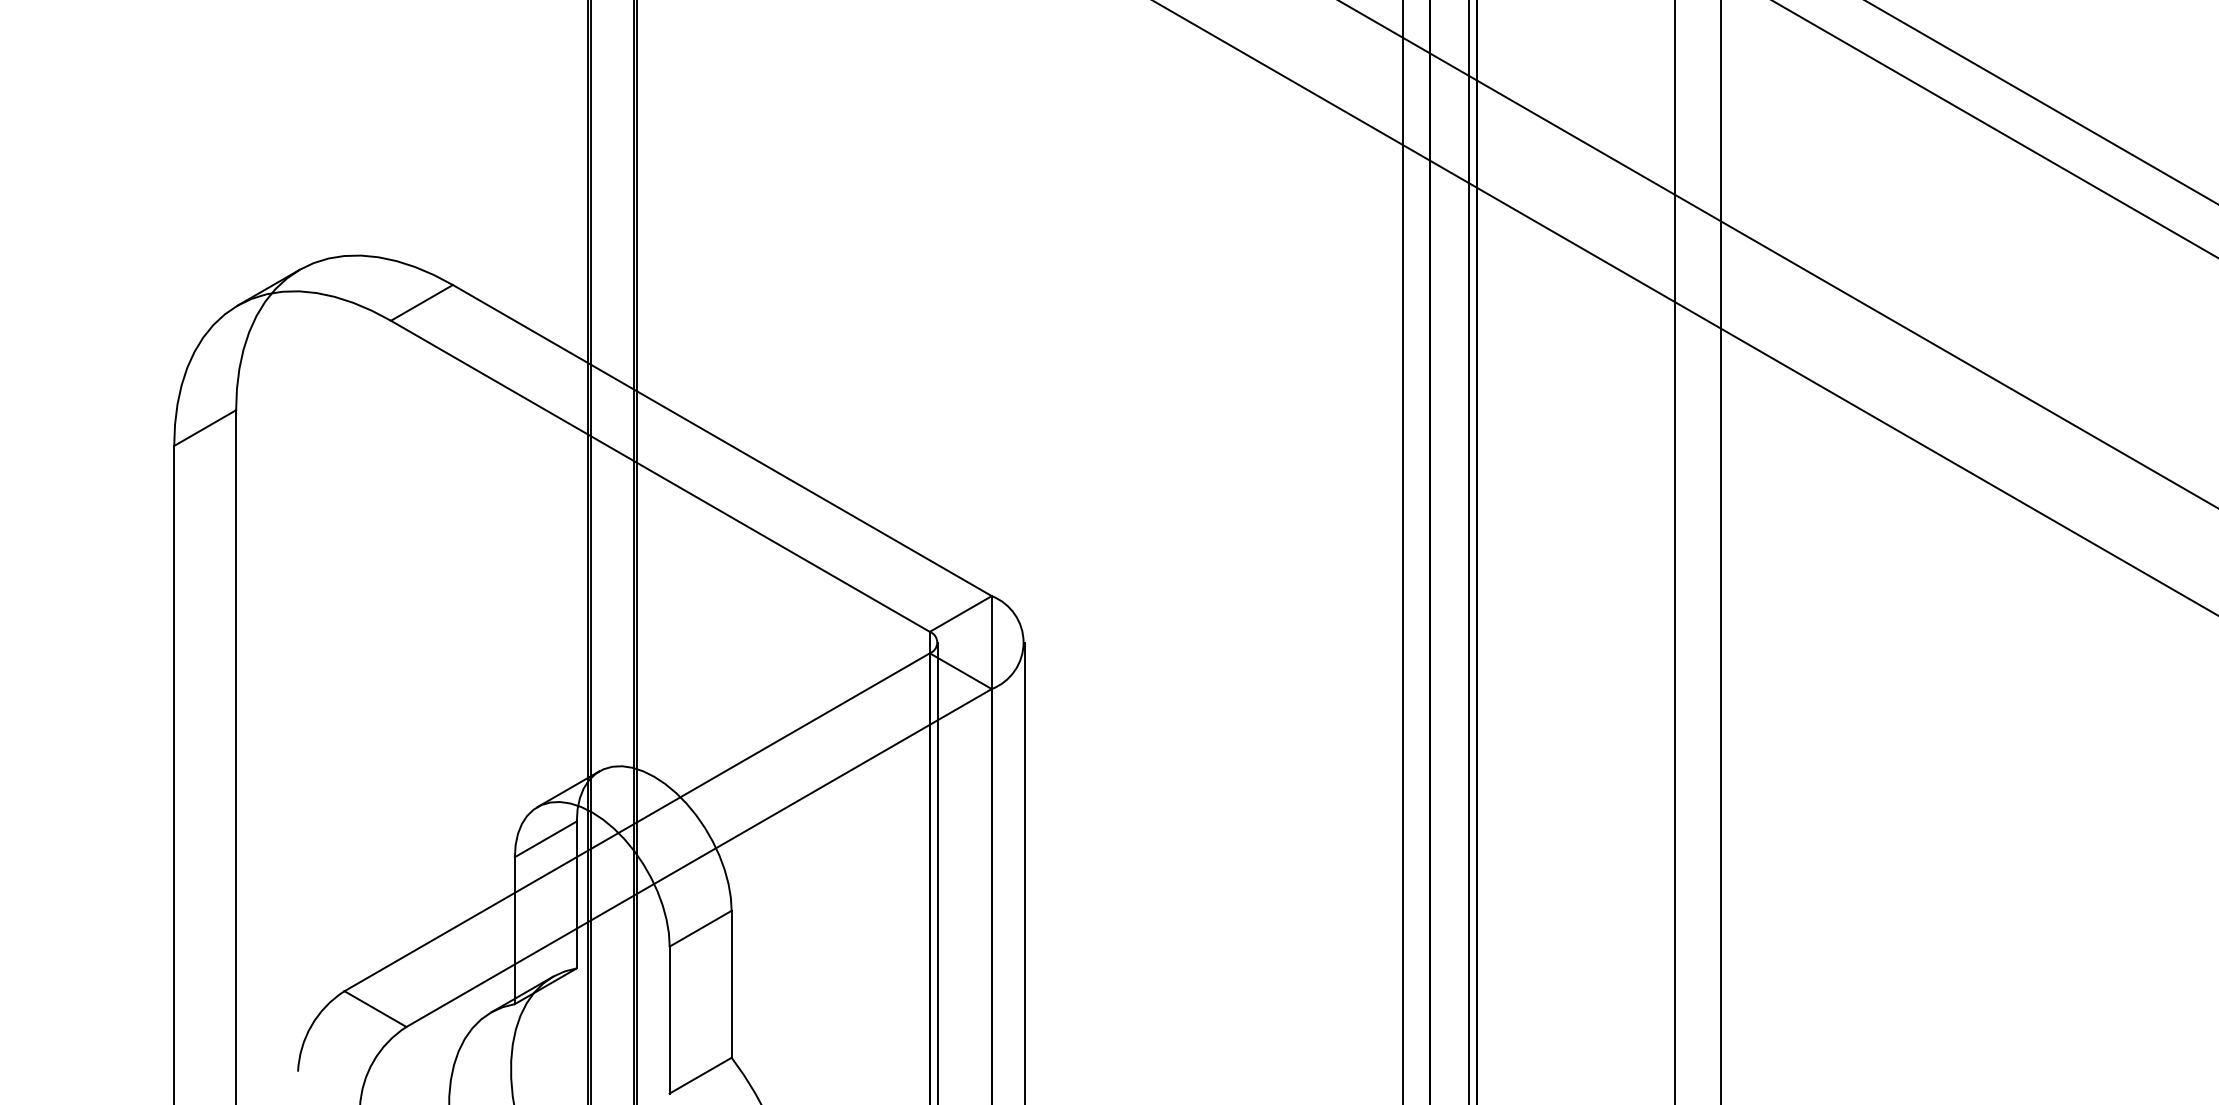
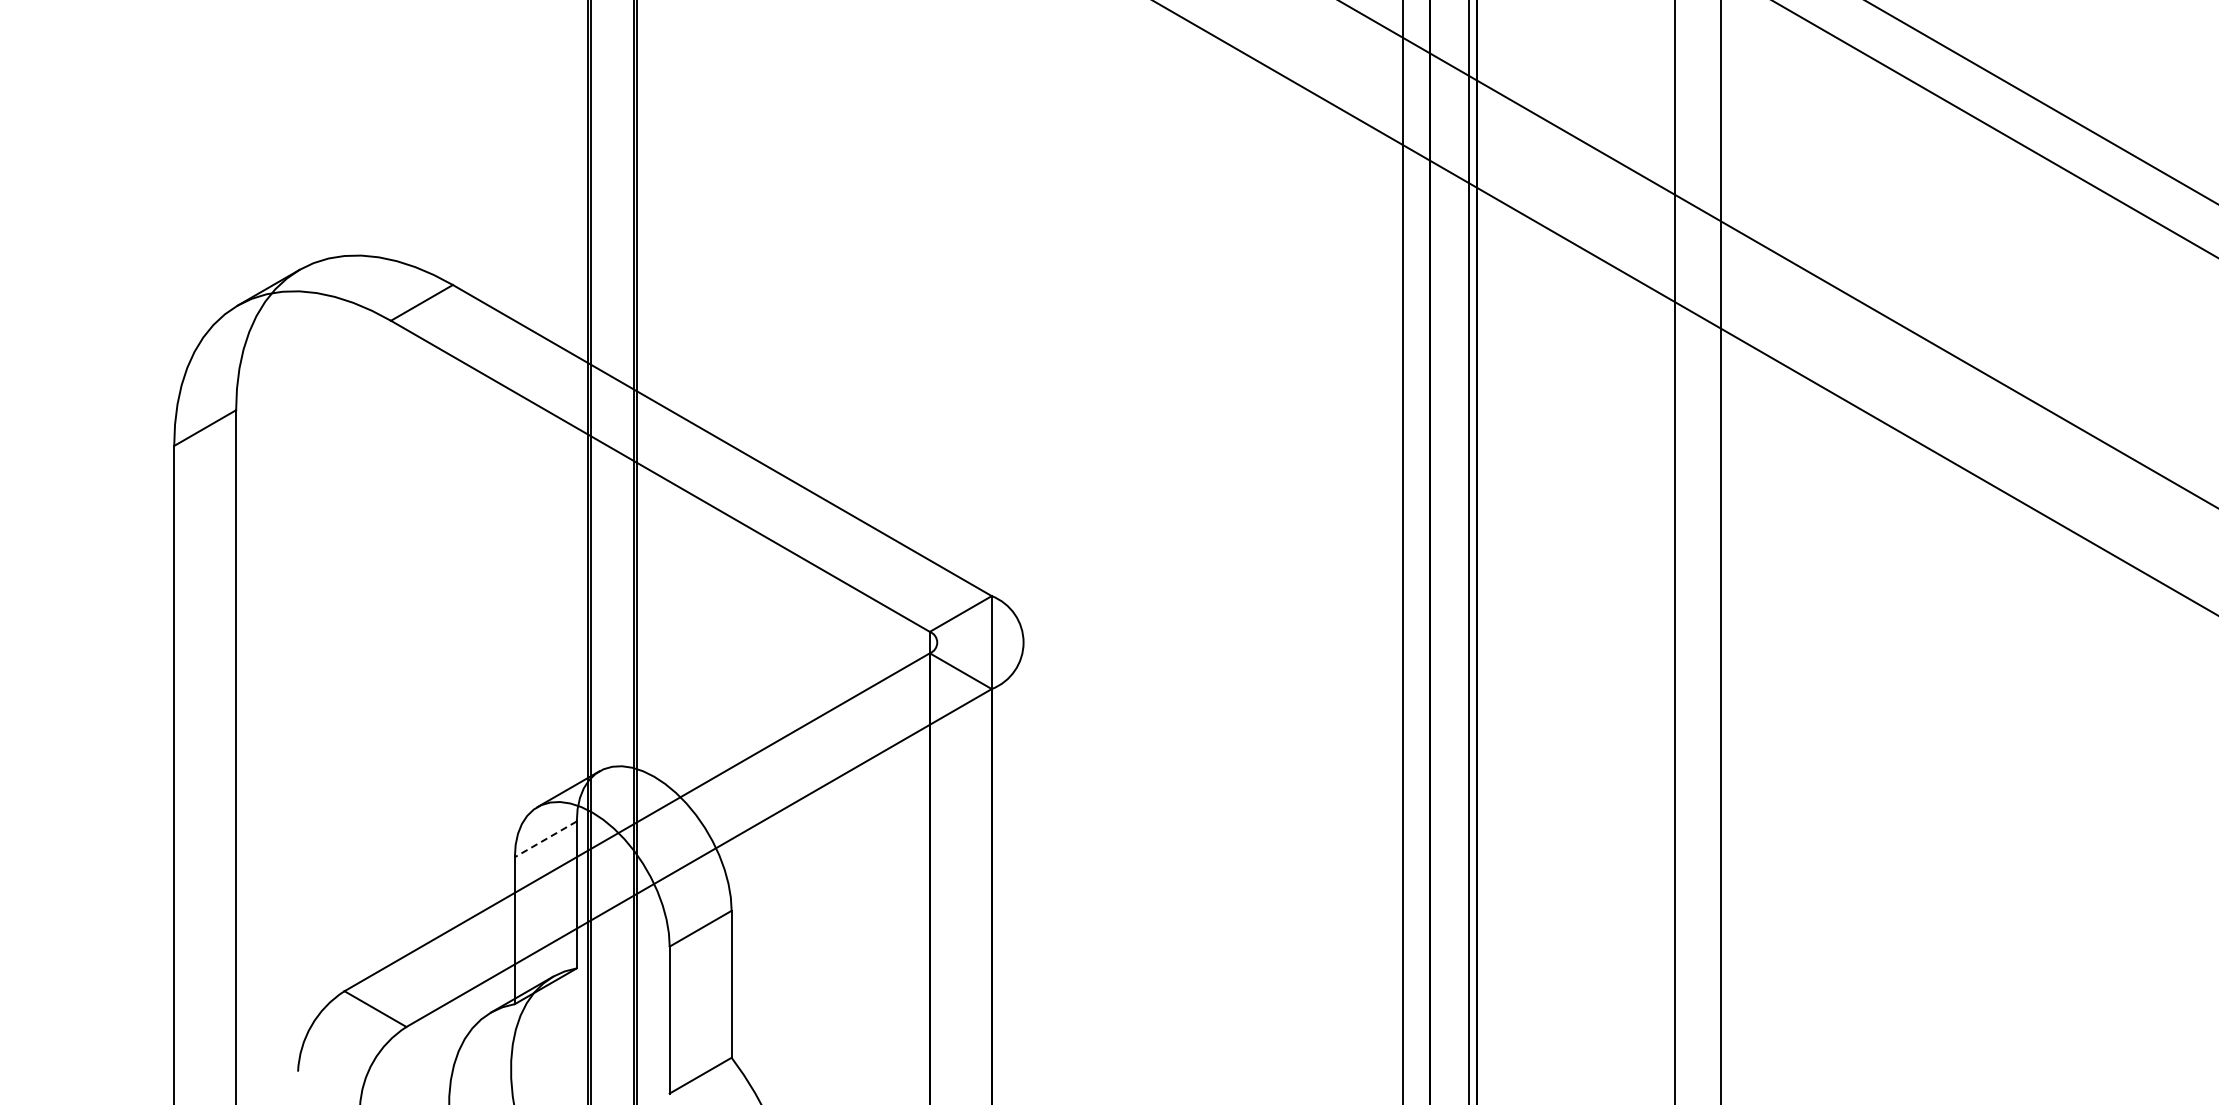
line at (545, 839): solid -> dashed
line at (937, 871): present -> none
line at (1025, 871): present -> none
